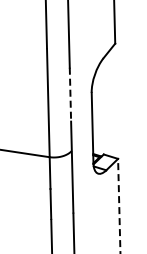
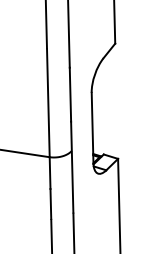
line at (70, 94): dashed -> solid
line at (119, 205): dashed -> solid
